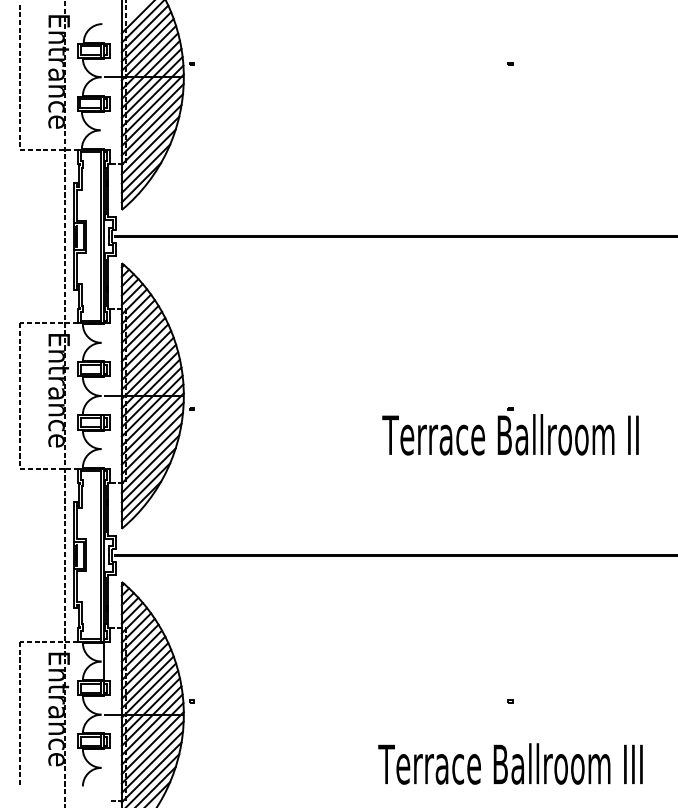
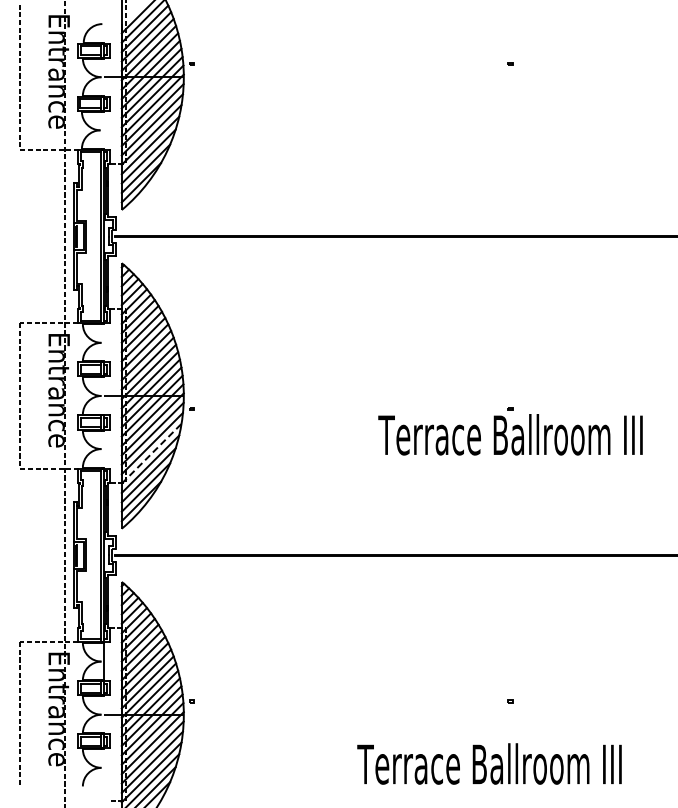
text at (510, 434): Terrace Ballroom II -> Terrace Ballroom III
line at (152, 453): solid -> dashed
text at (510, 763) position: (510, 763) -> (489, 763)
